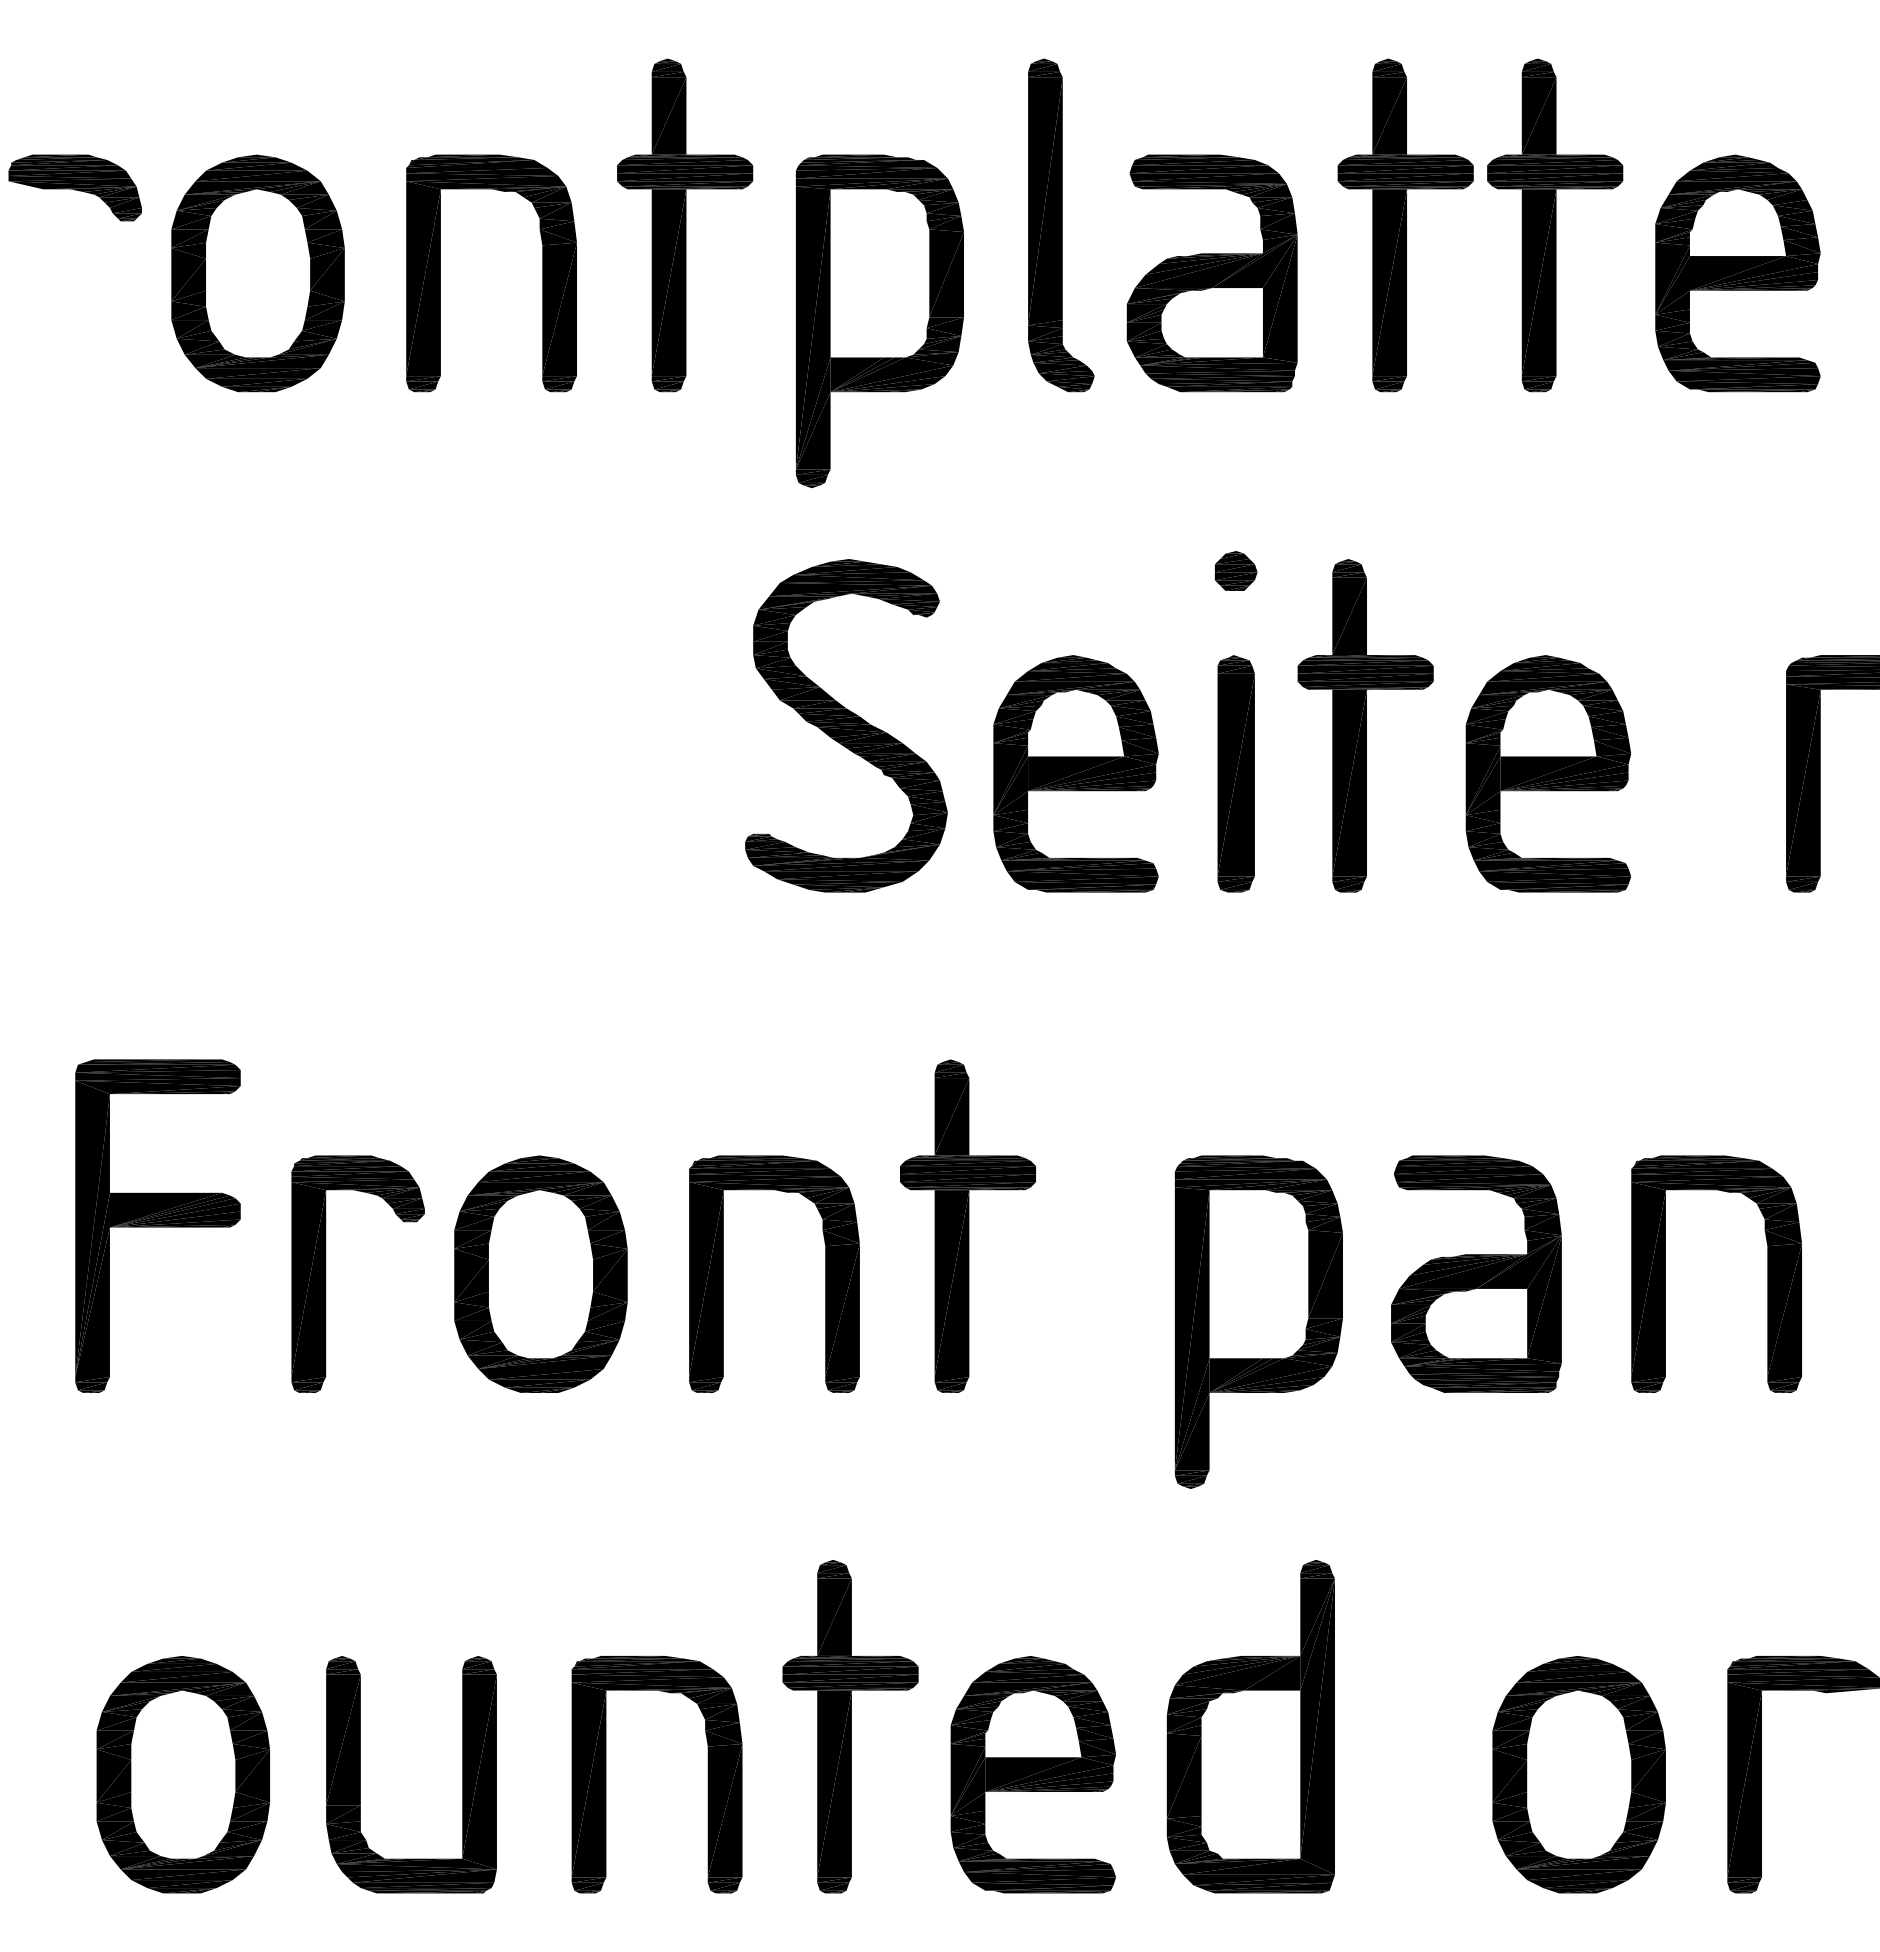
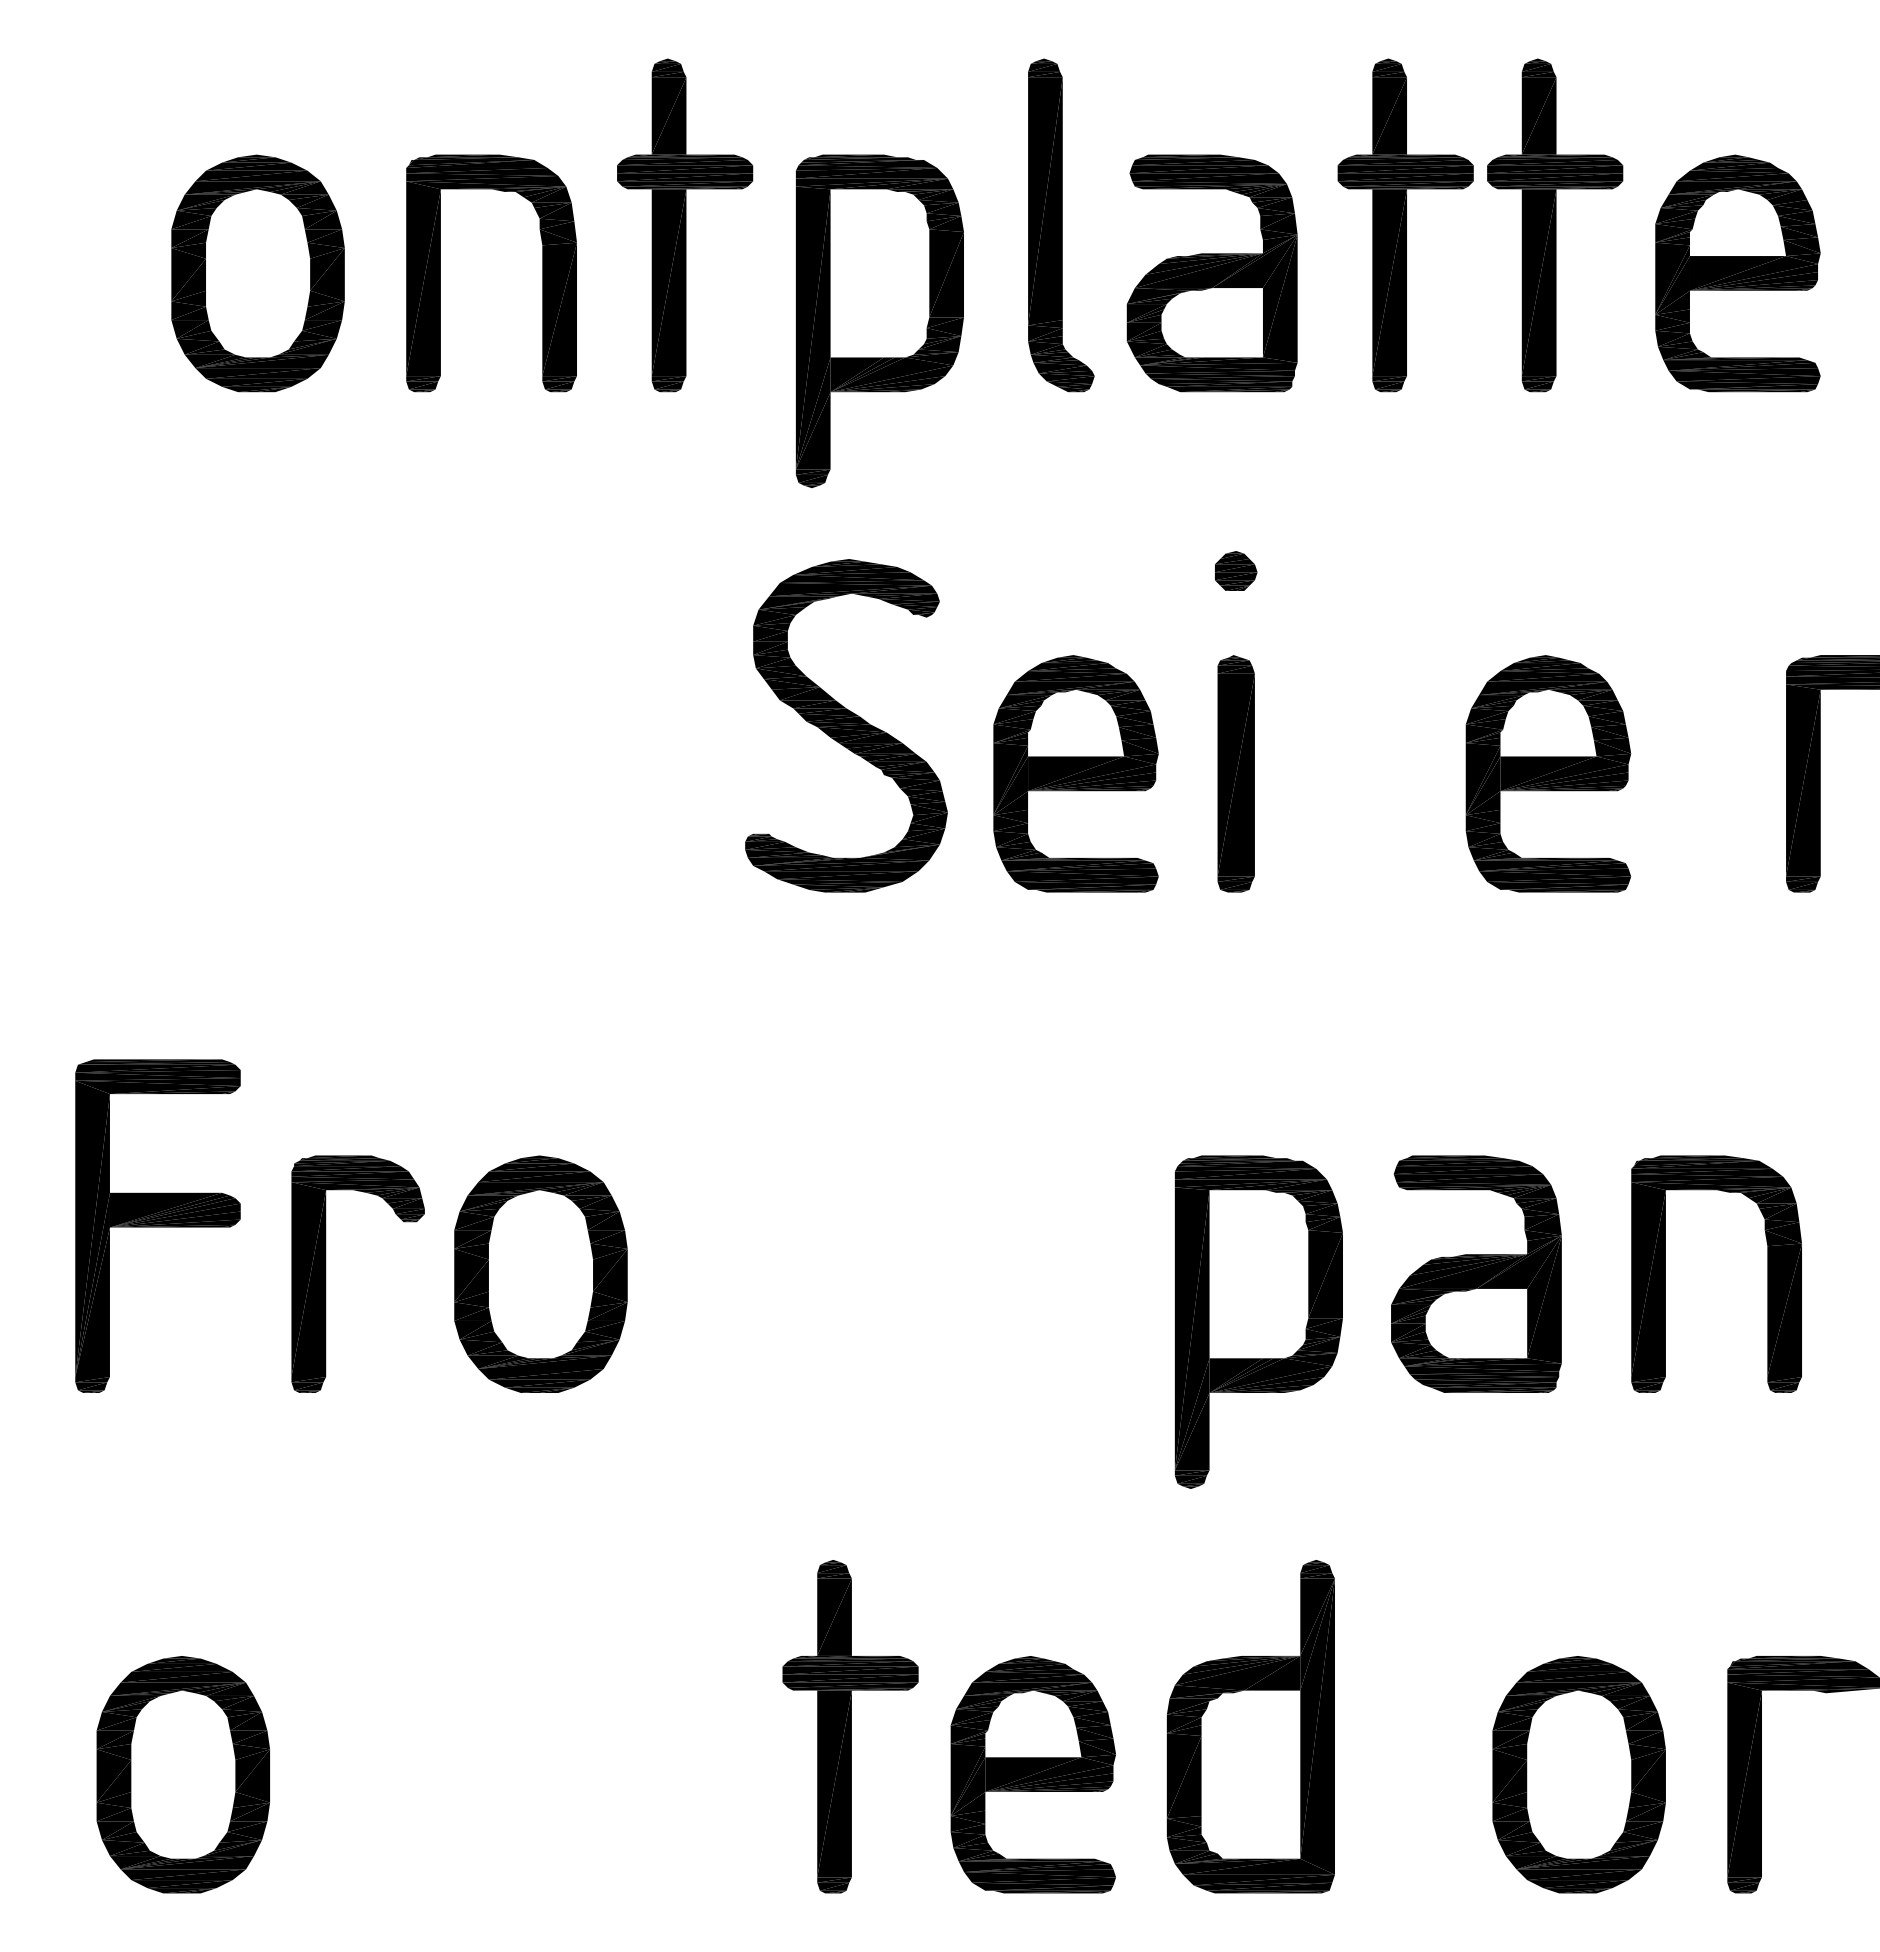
part at (74, 187): present -> none
part at (1365, 725): present -> none
part at (967, 1225): present -> none
part at (723, 1273): present -> none
part at (360, 1774): present -> none
part at (606, 1774): present -> none
